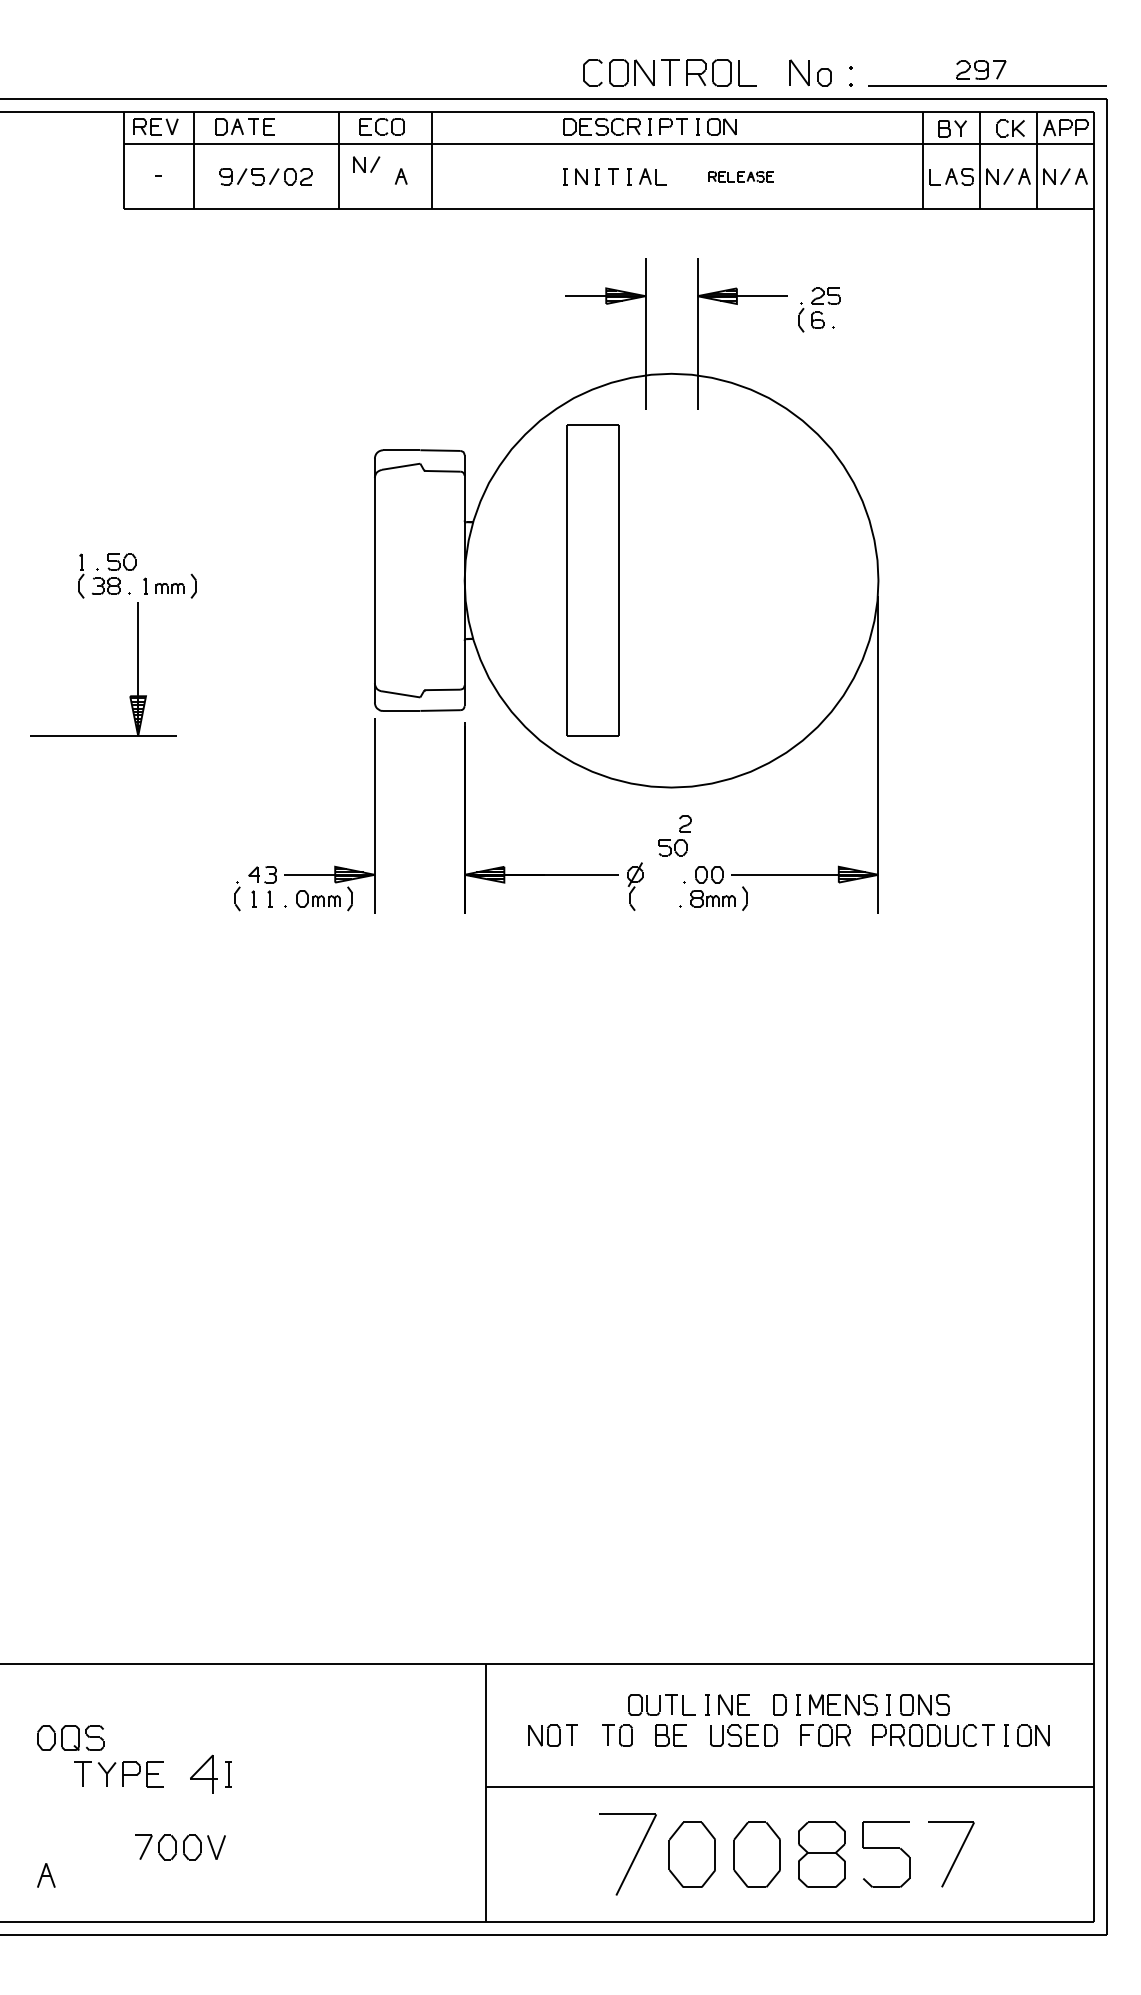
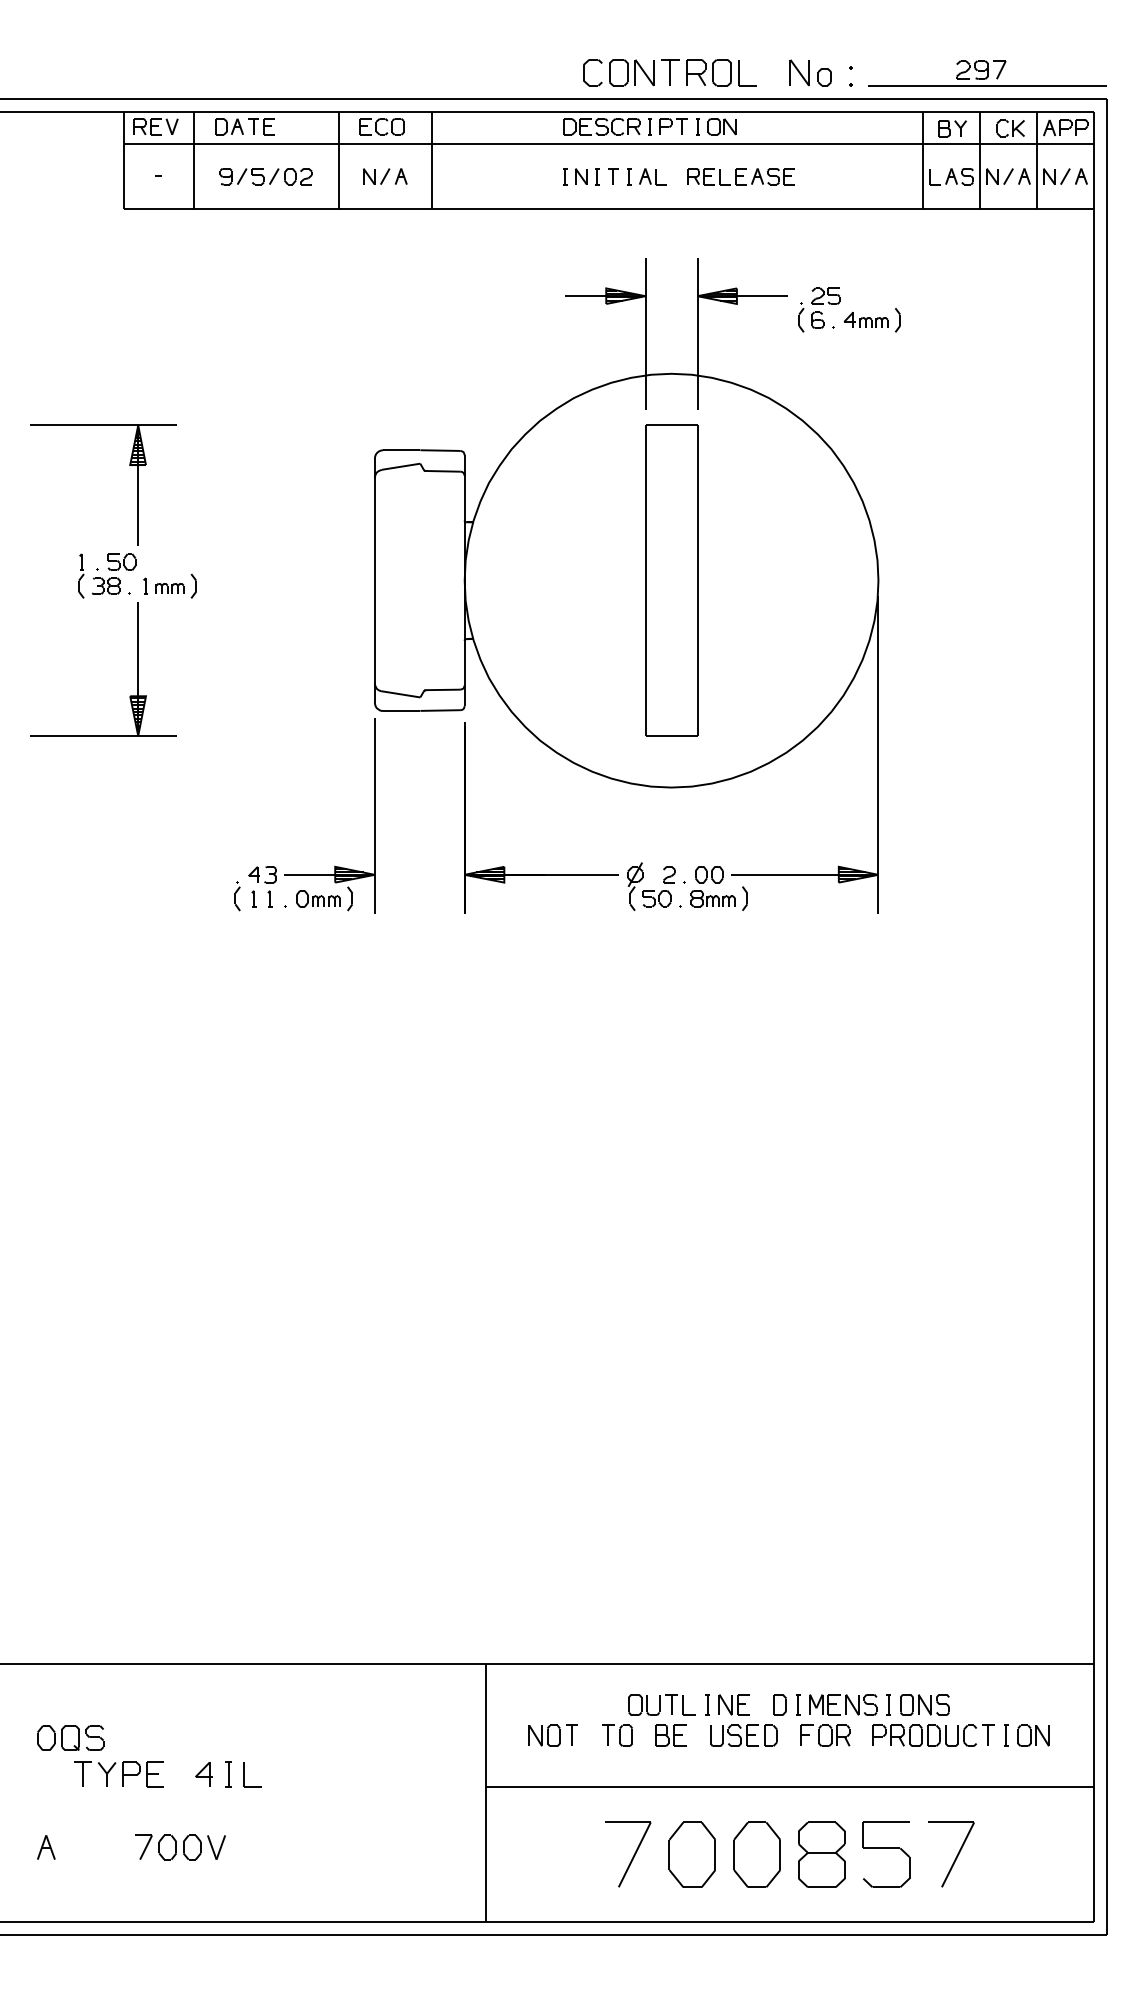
part at (366, 164) position: (366, 164) -> (376, 176)
part at (740, 176) size: 66x12 px -> 108x18 px
part at (871, 320): none -> present
part at (129, 465): none -> present
part at (592, 580) position: (592, 580) -> (671, 580)
part at (674, 835) position: (674, 835) -> (658, 886)
part at (203, 1773) size: 28x40 px -> 18x25 px
part at (244, 1774): none -> present
part at (627, 1854) size: 58x83 px -> 47x67 px
part at (46, 1875) position: (46, 1875) -> (46, 1847)
